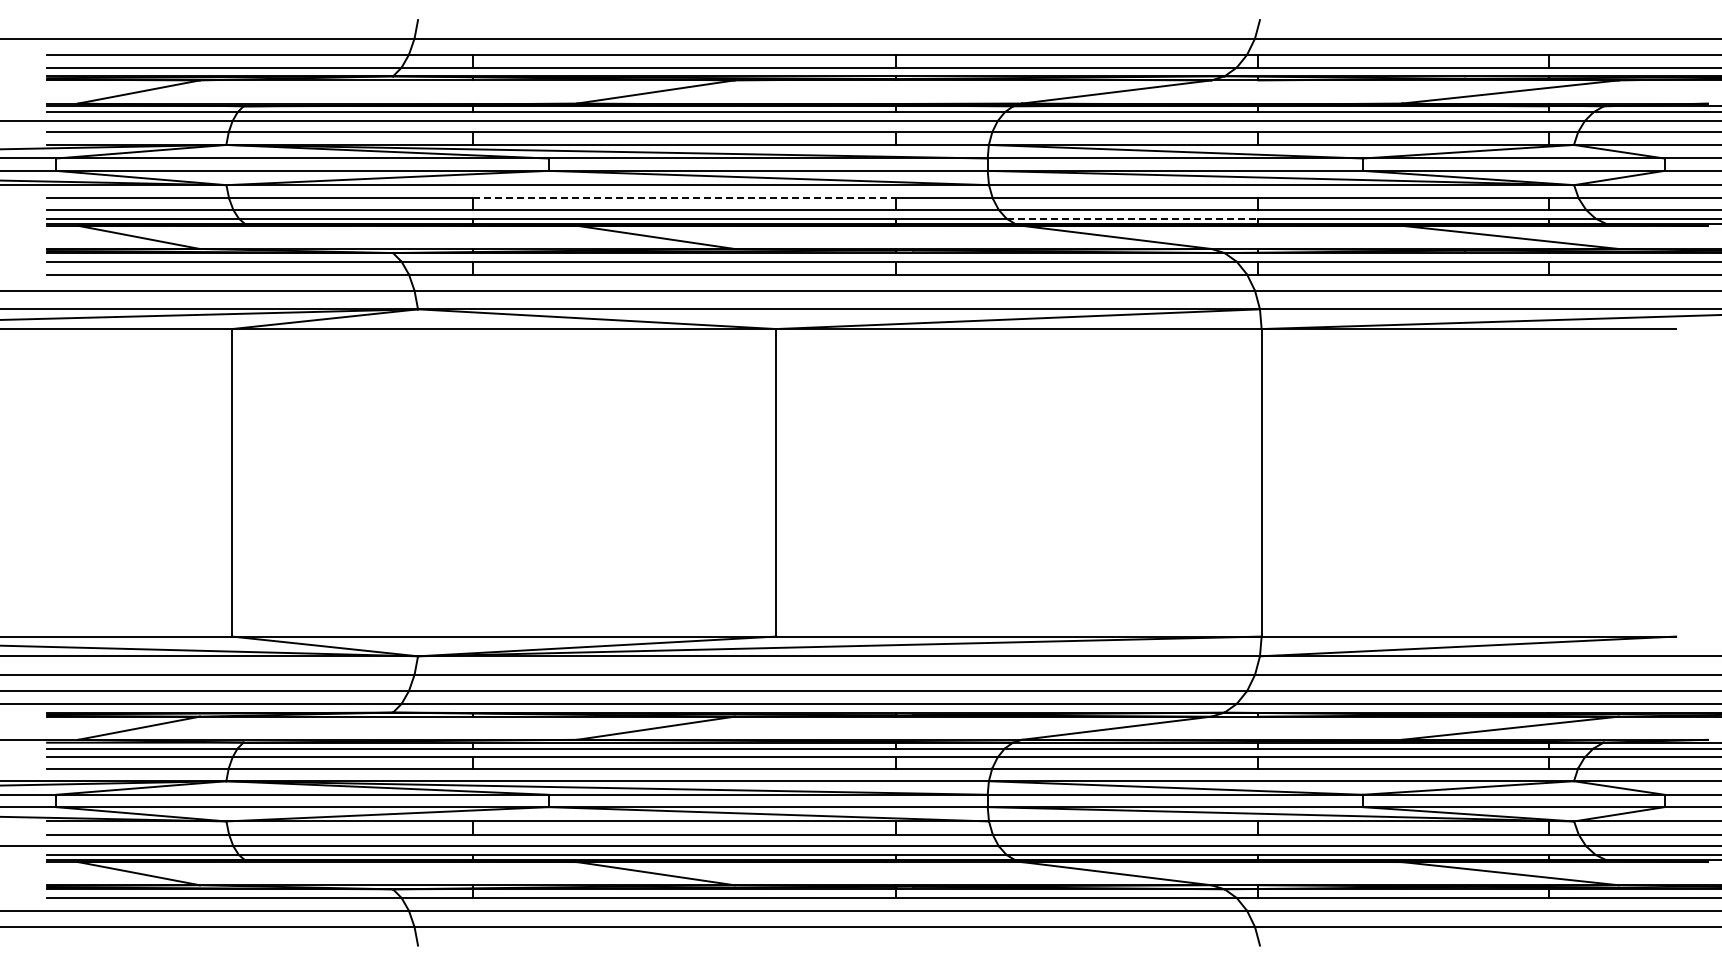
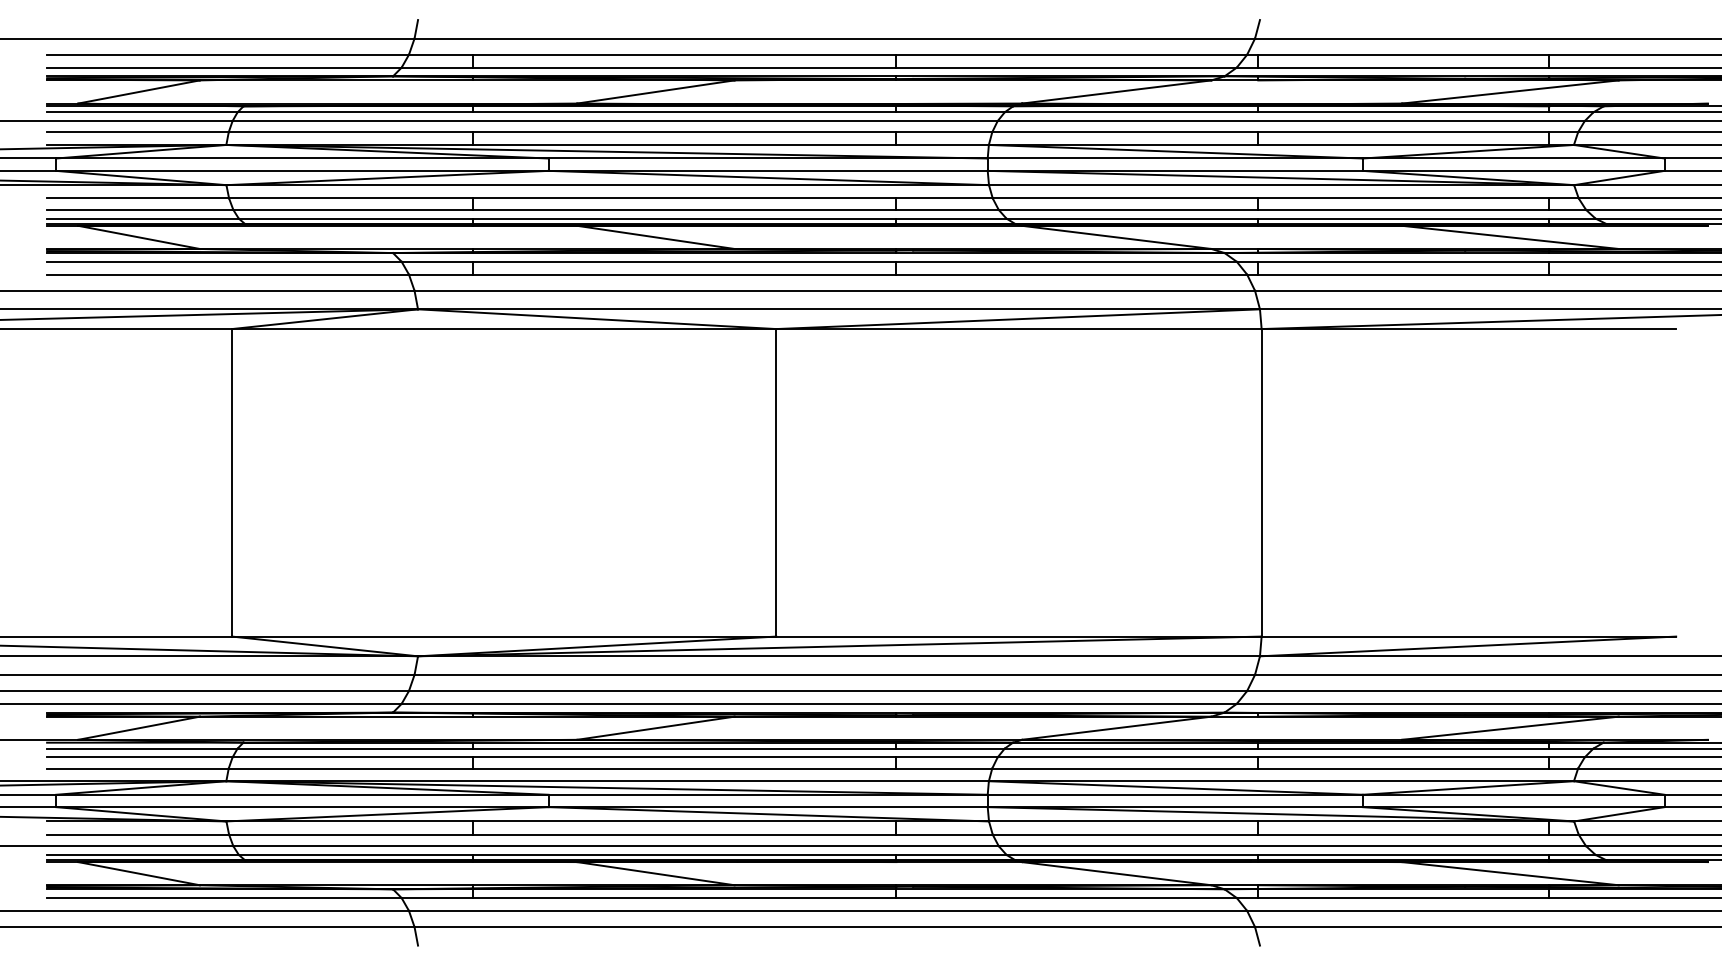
line at (684, 198): dashed -> solid
line at (1132, 218): dashed -> solid
